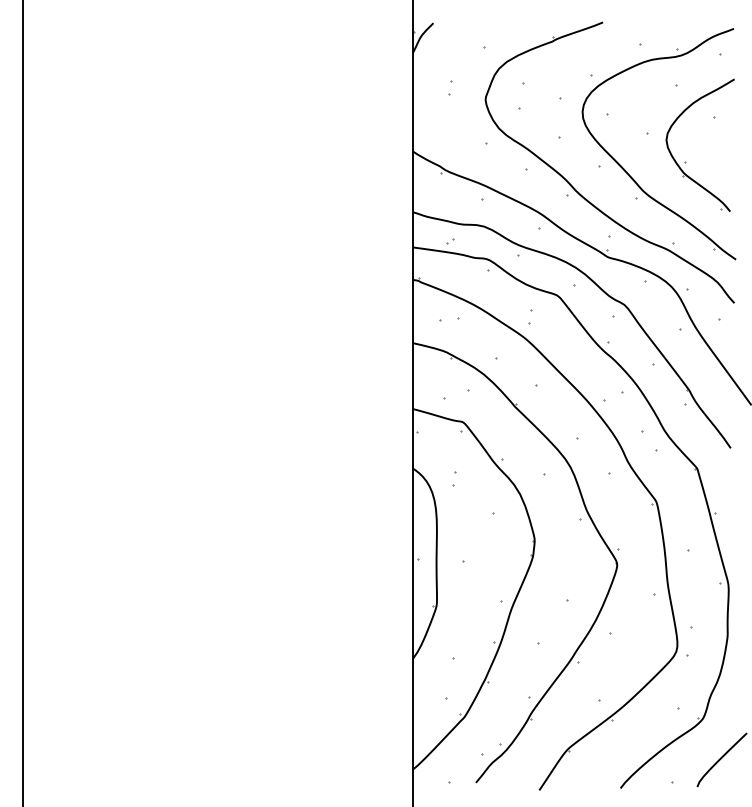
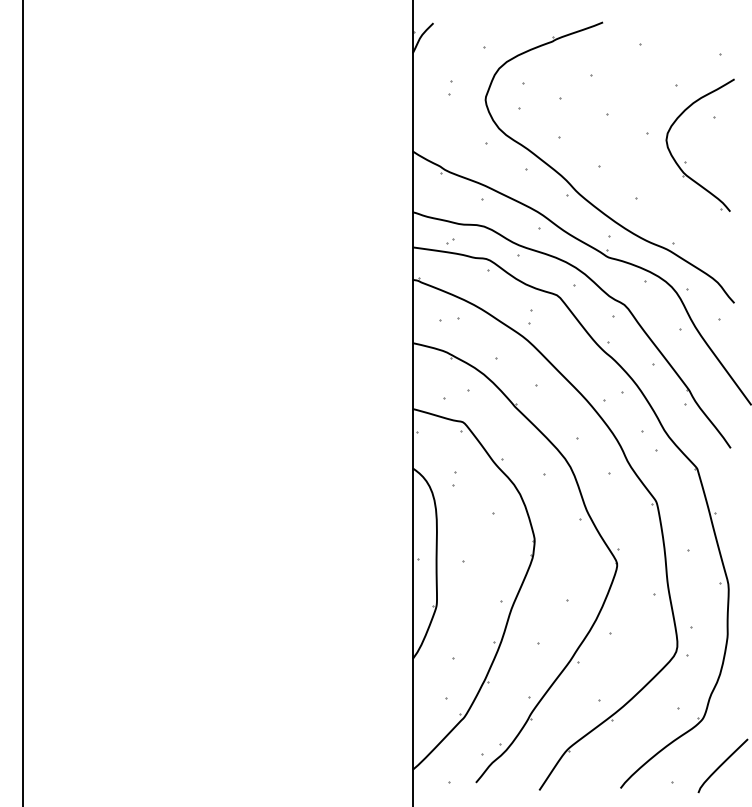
part at (626, 170): present -> none
curve at (721, 759) position: (721, 759) -> (722, 765)
